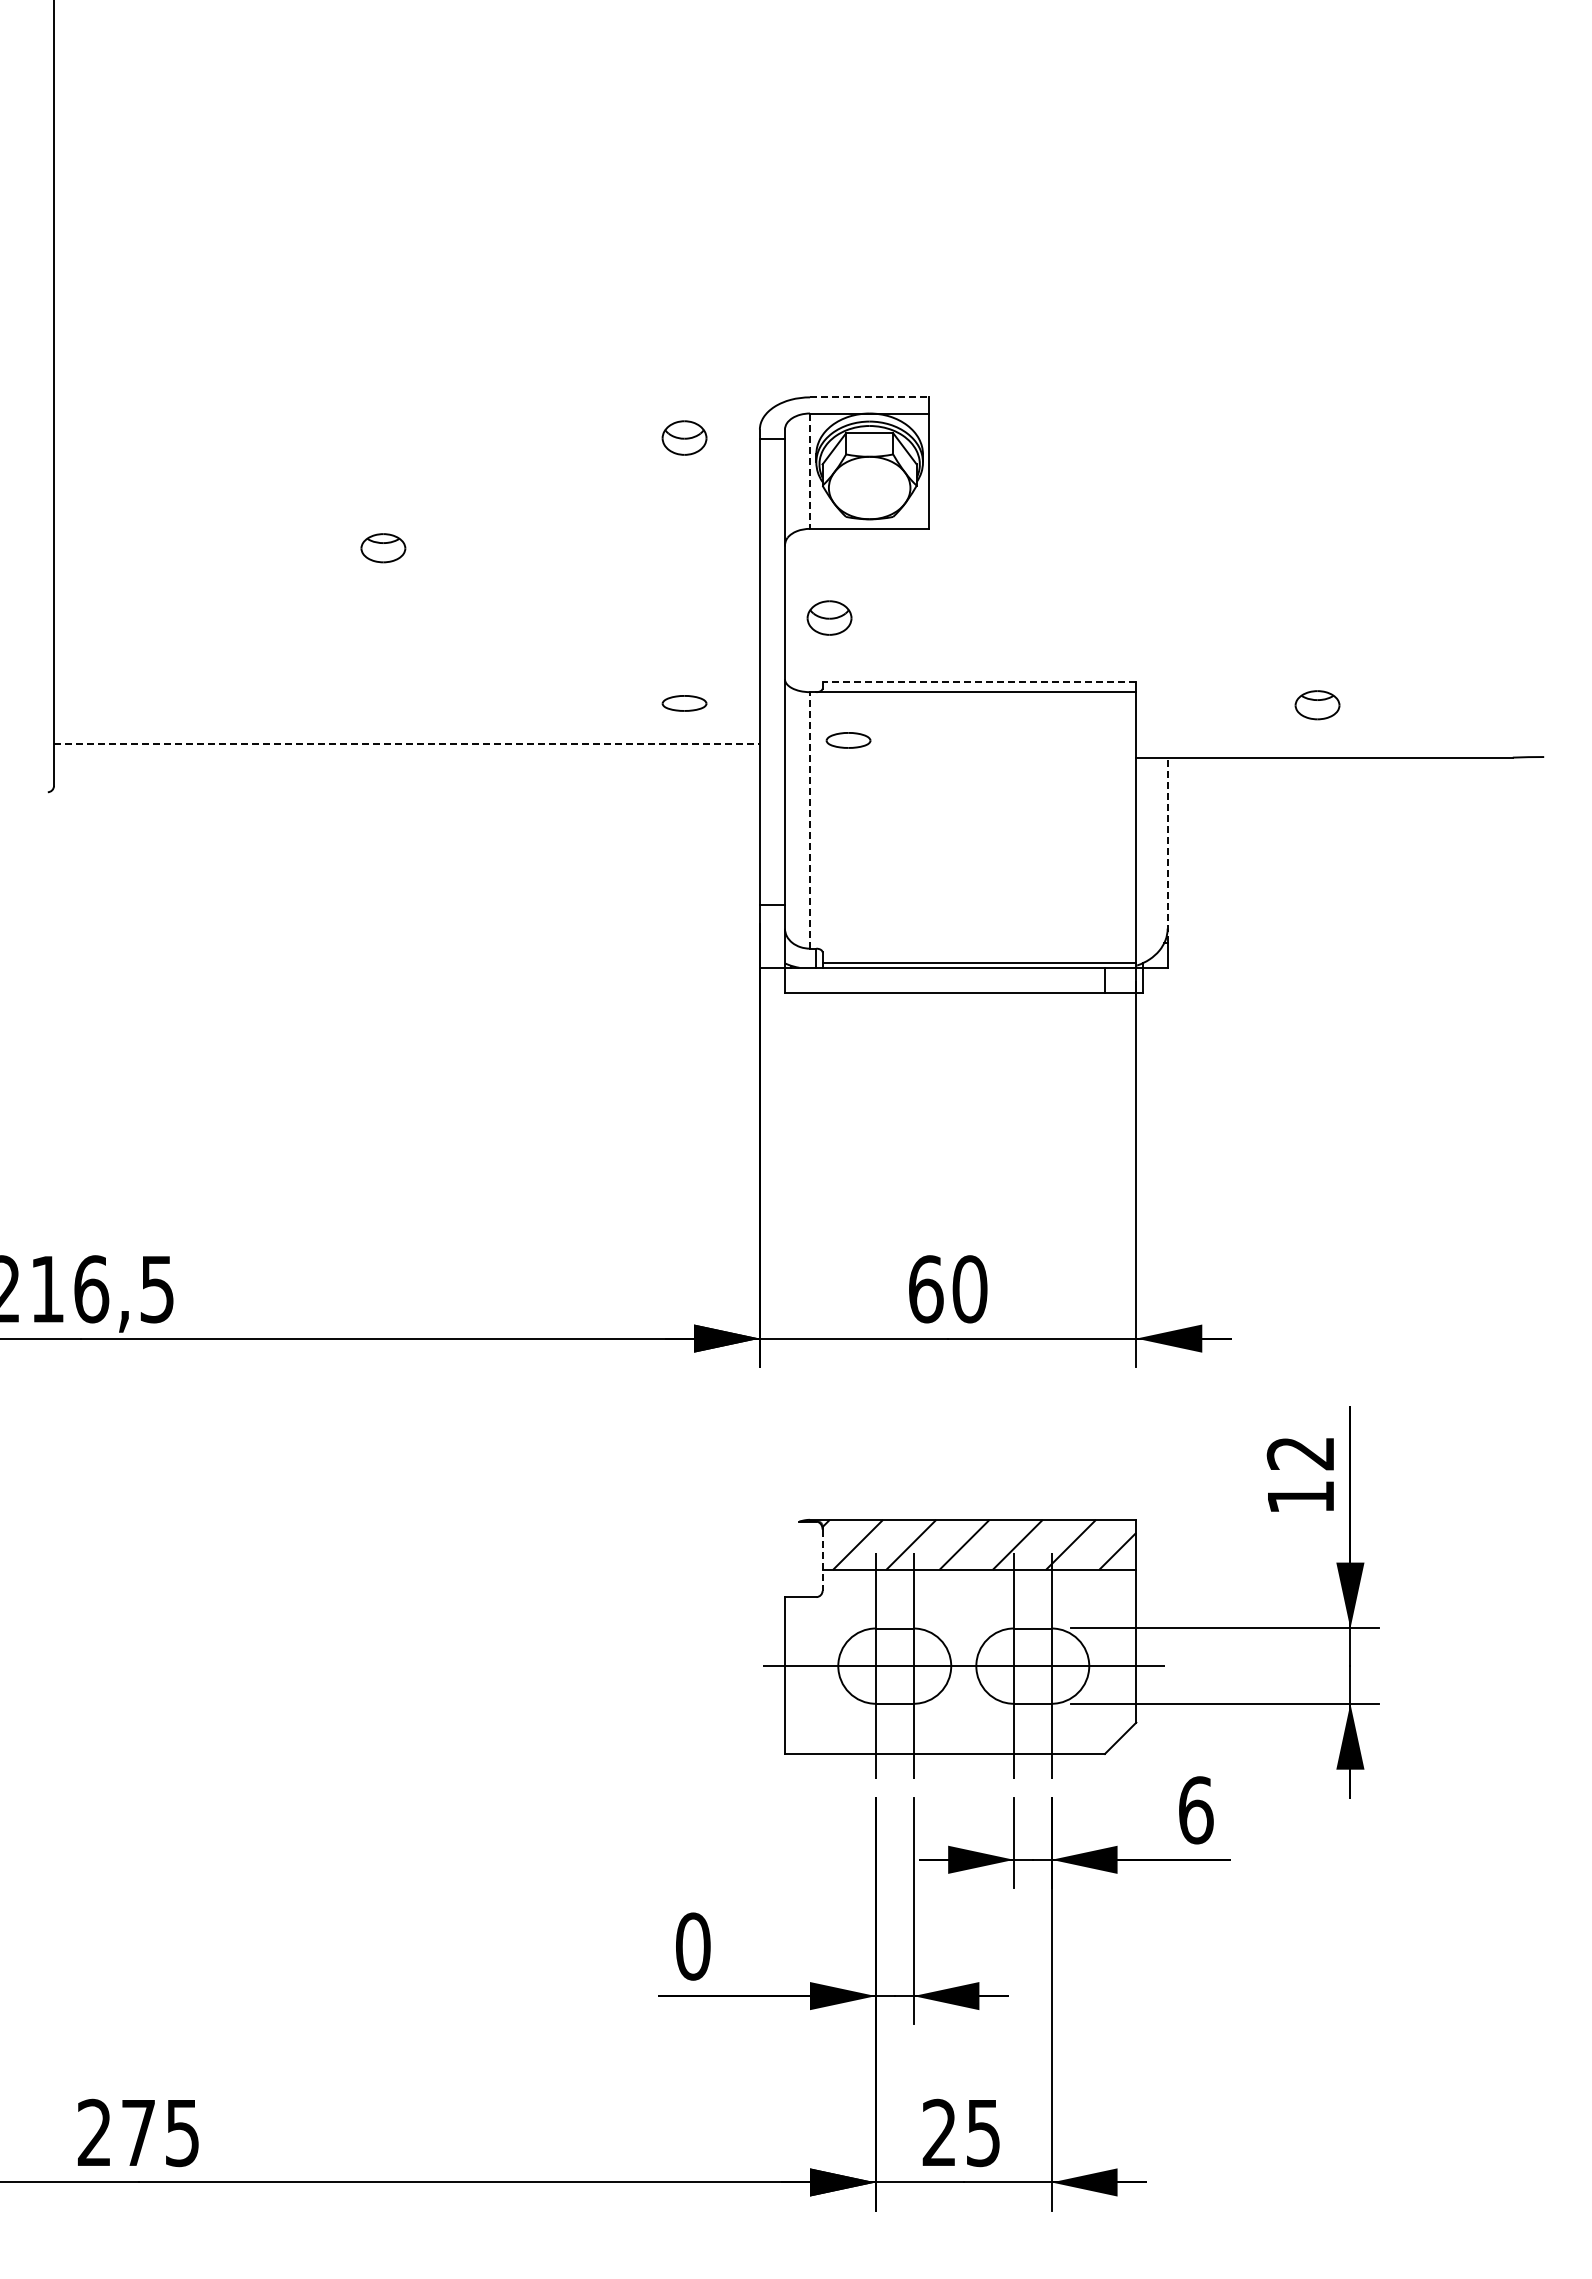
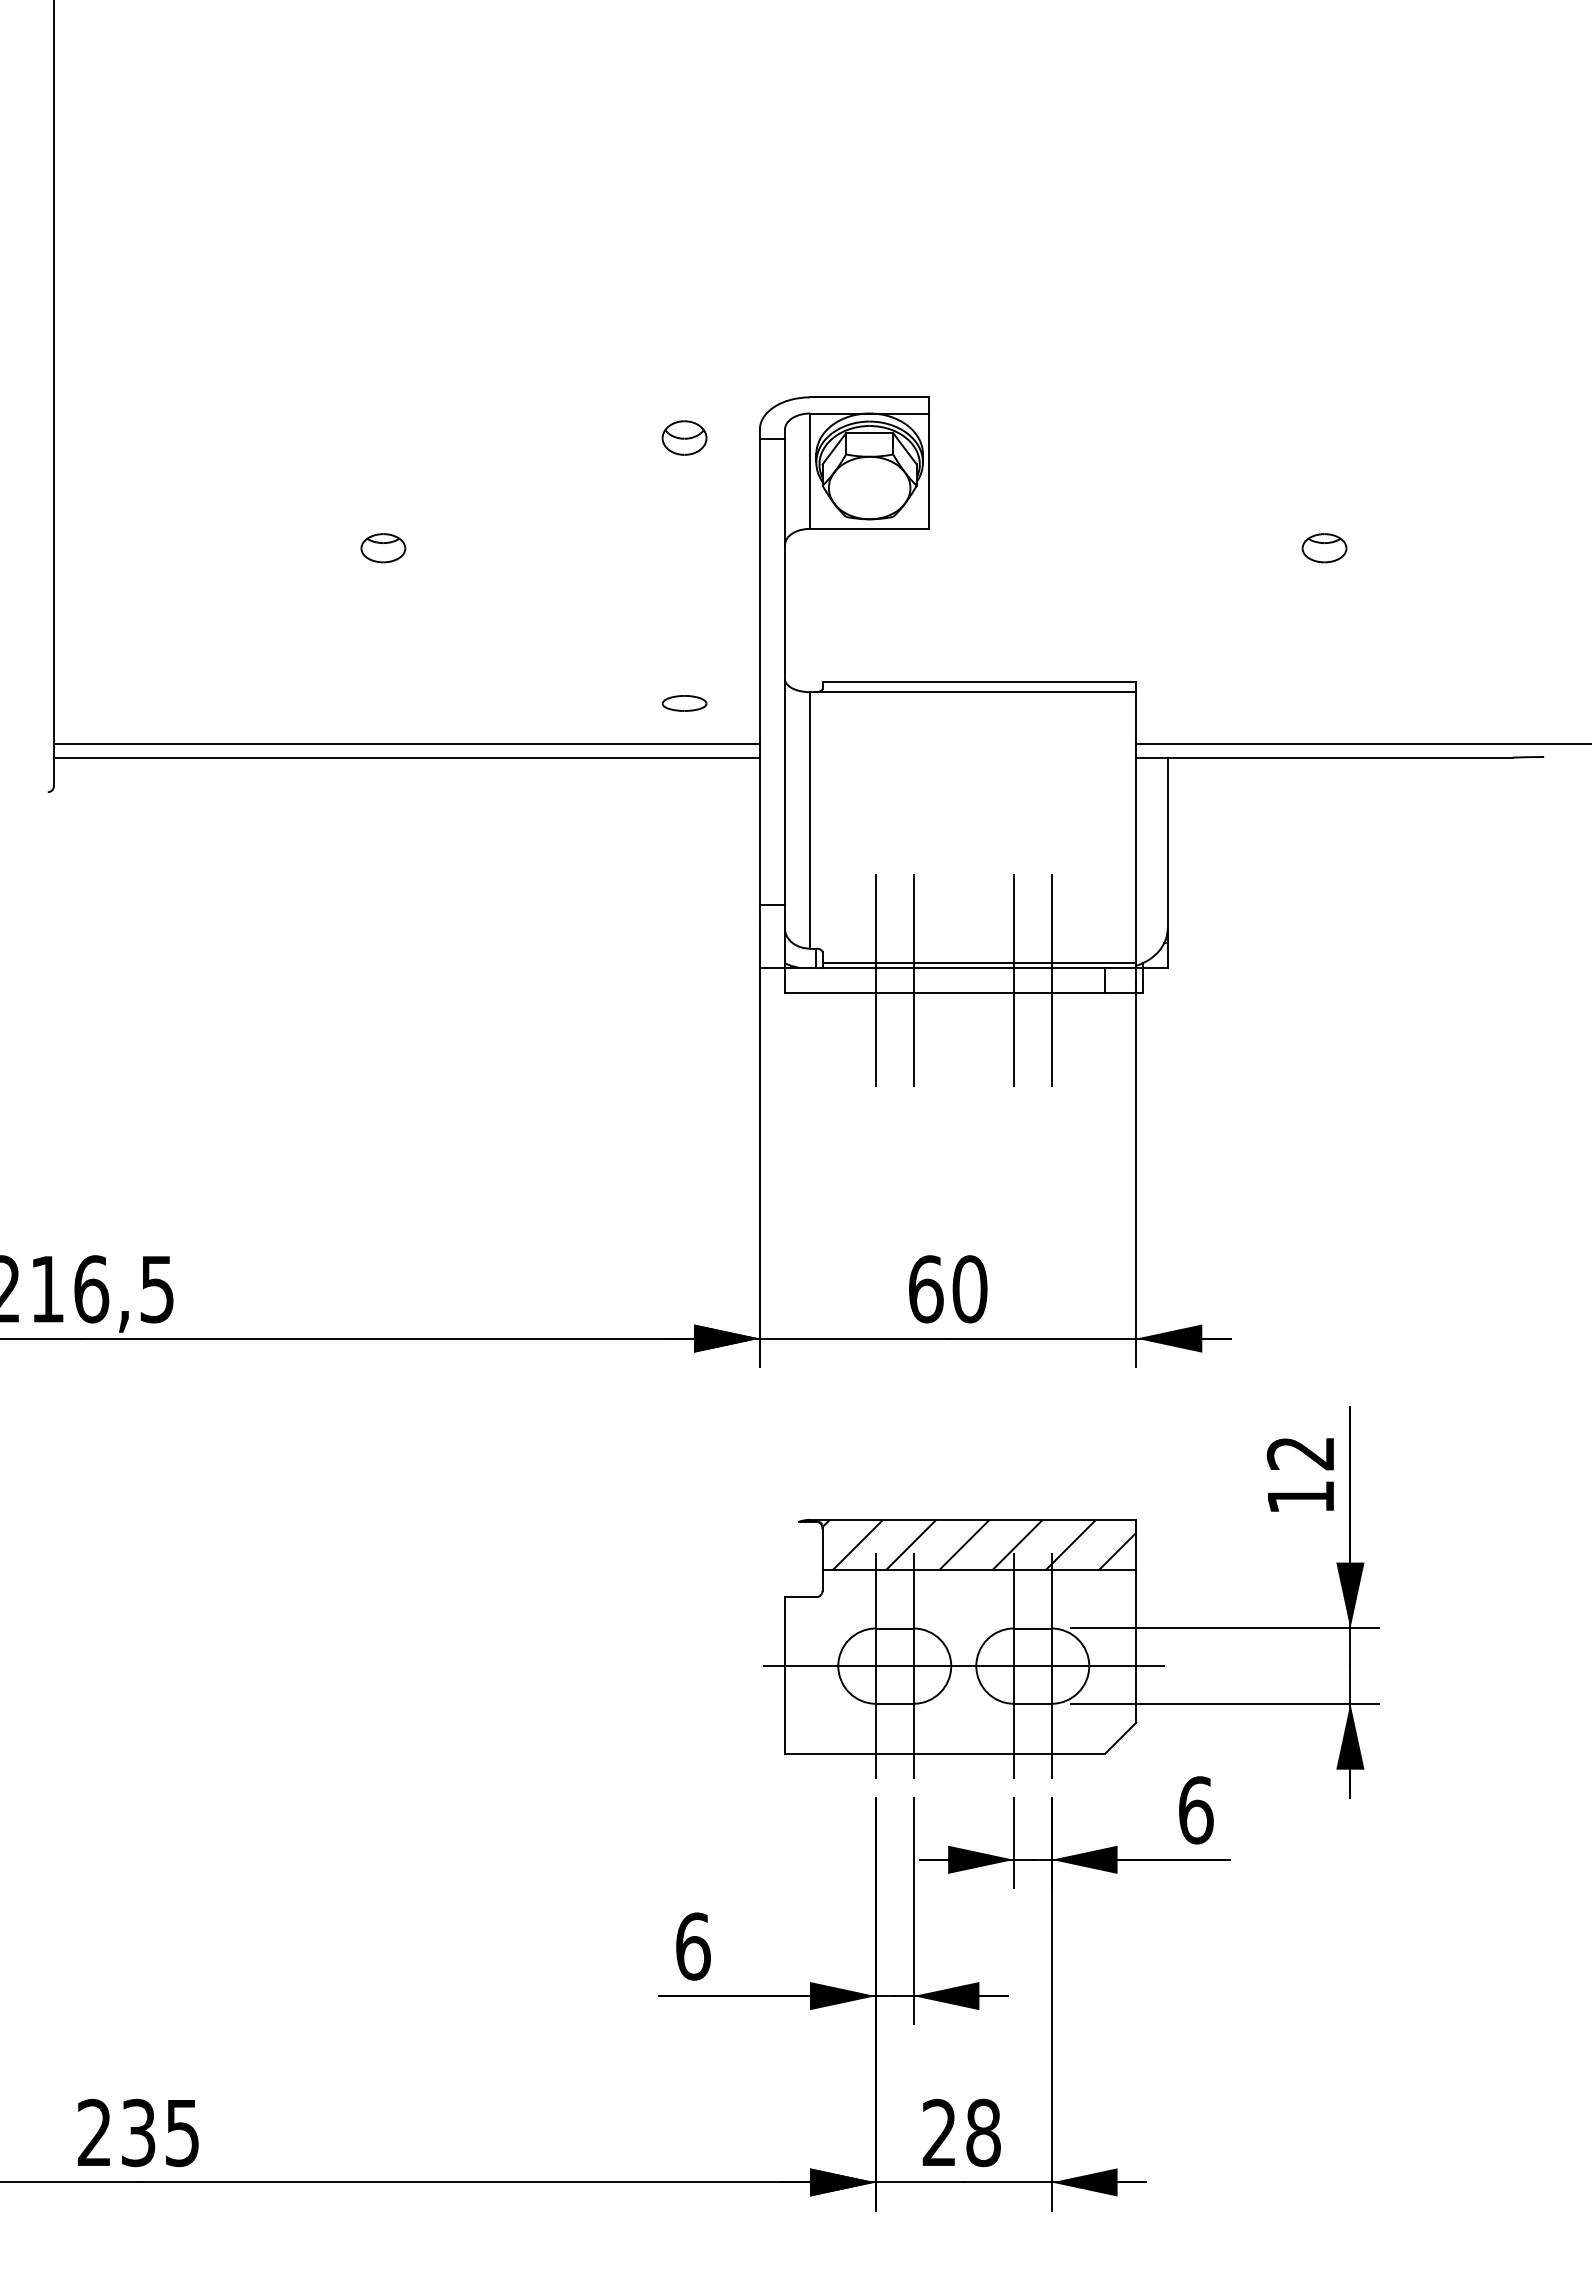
line at (869, 397): dashed -> solid
line at (810, 471): dashed -> solid
part at (829, 617): present -> none
line at (979, 682): dashed -> solid
part at (1317, 705) position: (1317, 705) -> (1324, 548)
part at (848, 740): present -> none
line at (406, 744): dashed -> solid
line at (1362, 744): none -> present
line at (406, 757): none -> present
line at (810, 819): dashed -> solid
line at (1167, 850): dashed -> solid
line at (875, 980): none -> present
line at (913, 980): none -> present
line at (1013, 980): none -> present
line at (1051, 980): none -> present
line at (822, 1560): dashed -> solid
text at (693, 1946): 0 -> 6
text at (138, 2132): 275 -> 235
text at (983, 2132): 25 -> 28
